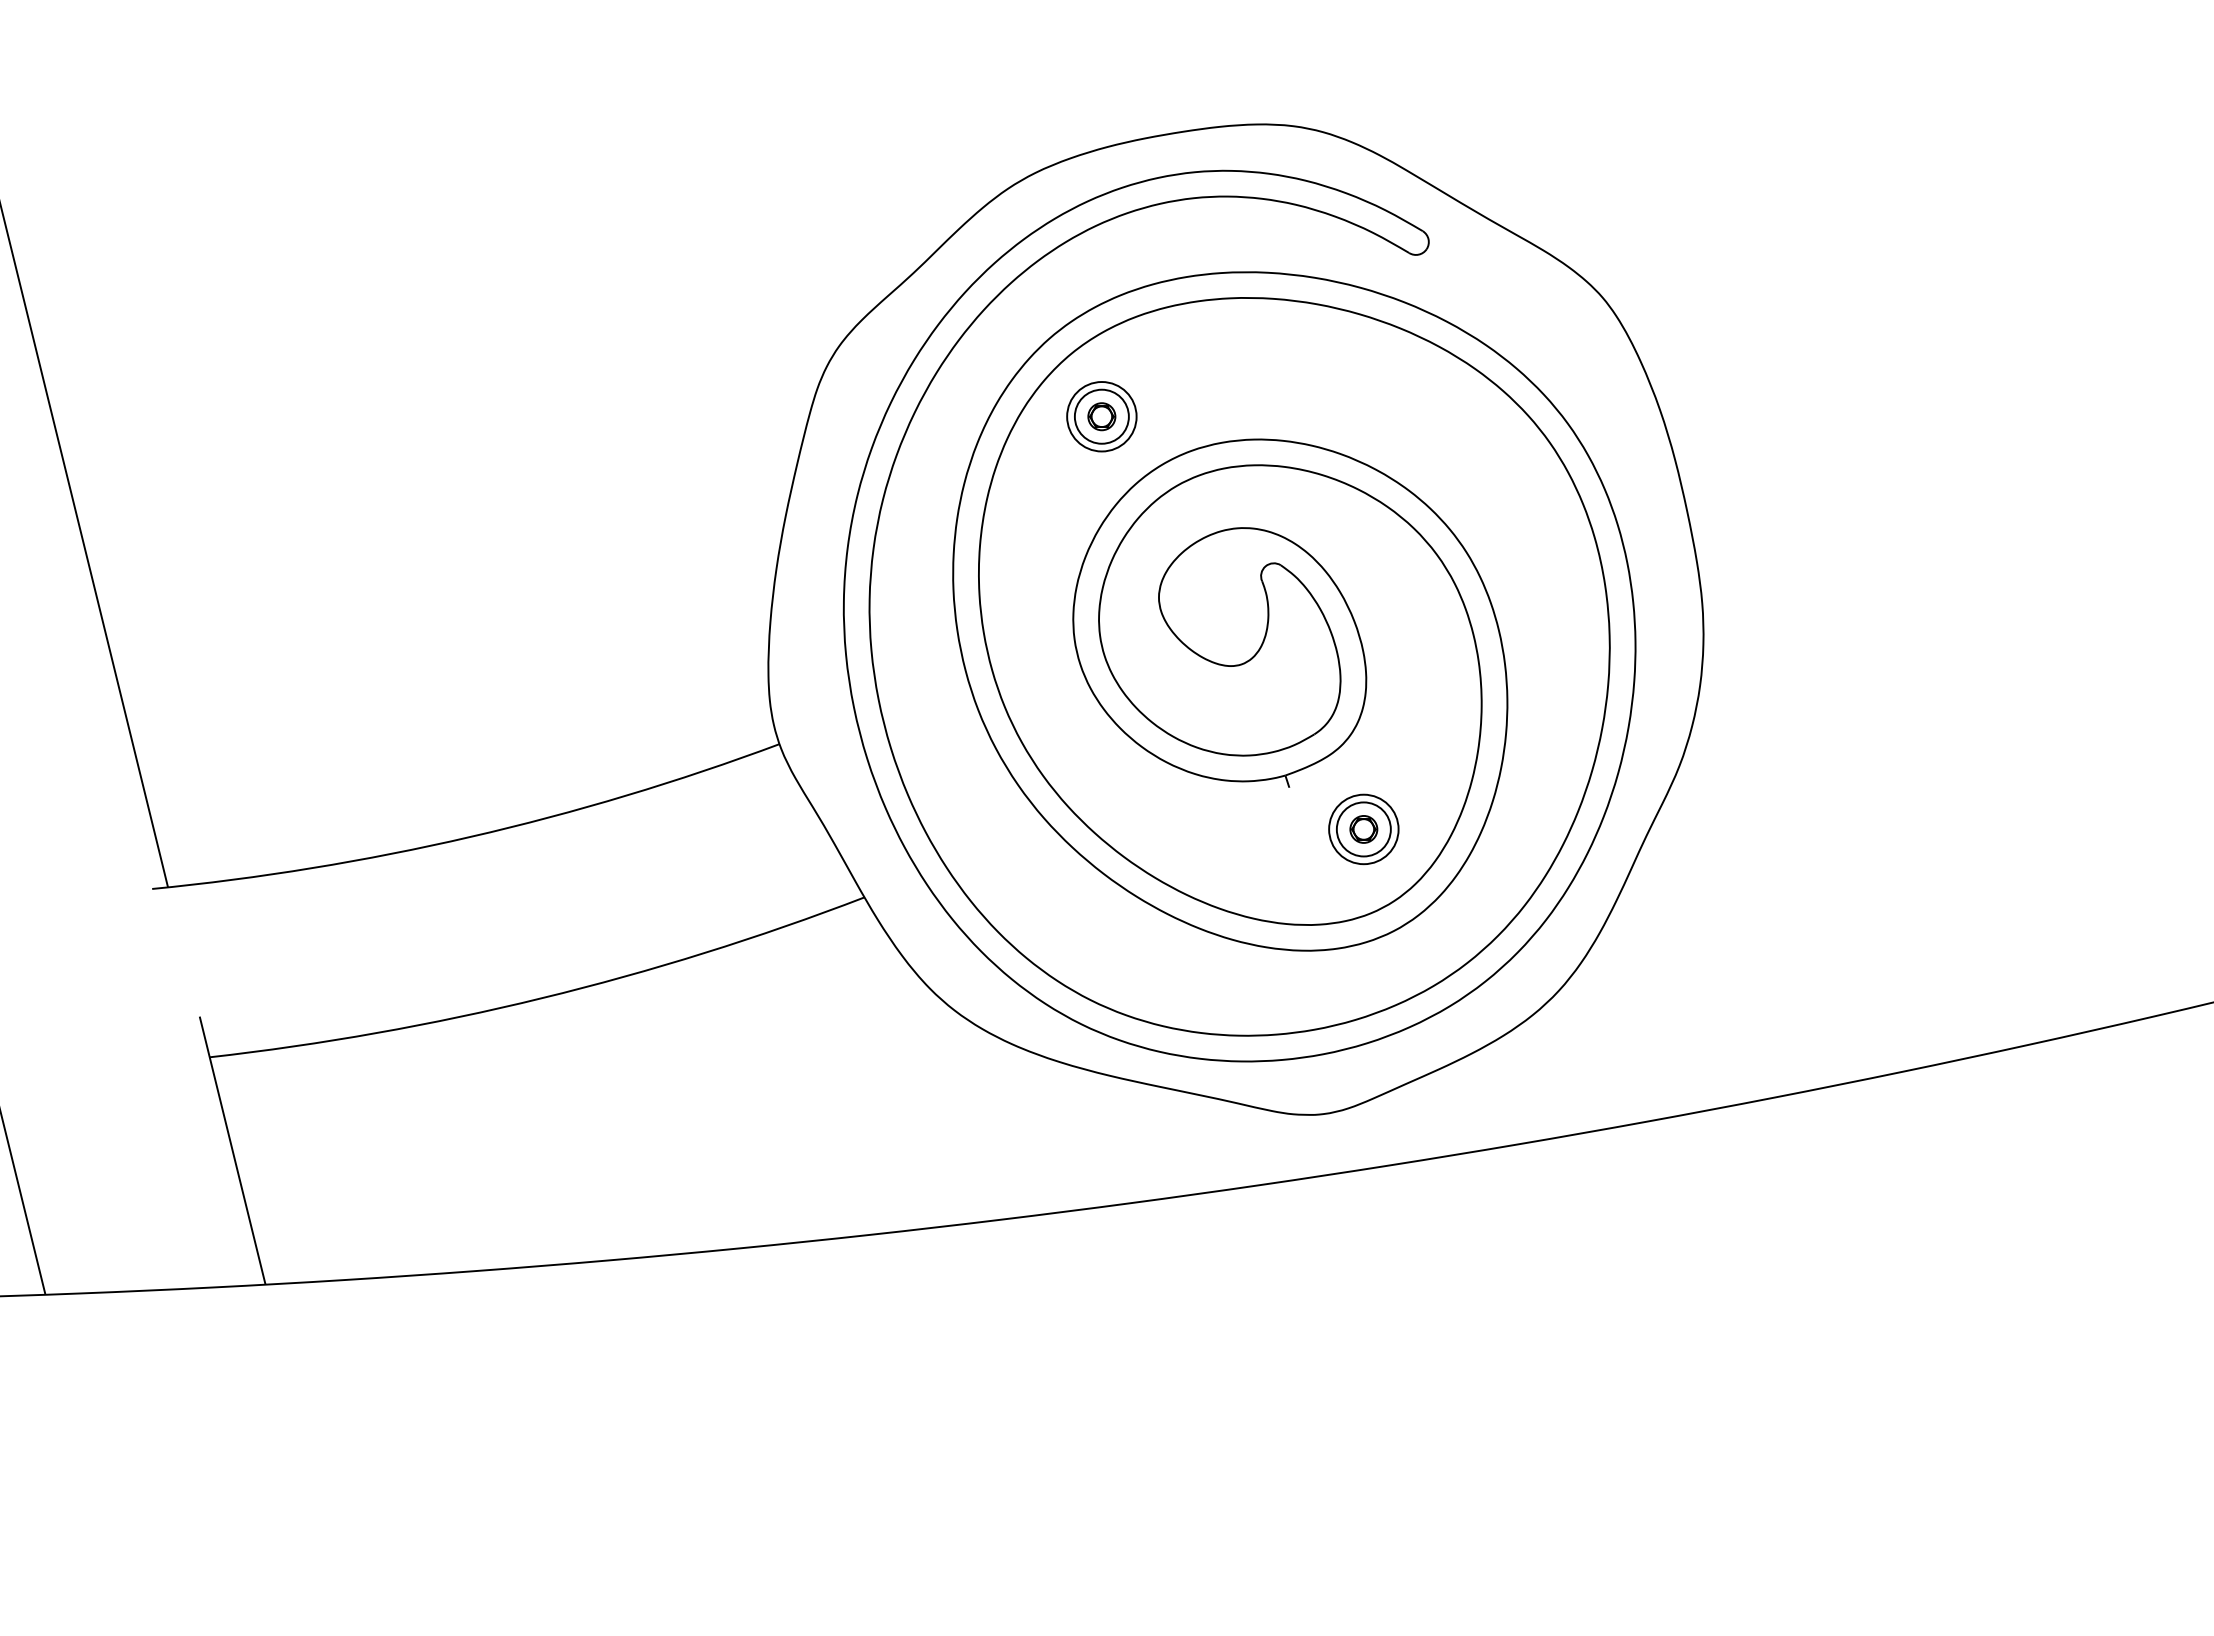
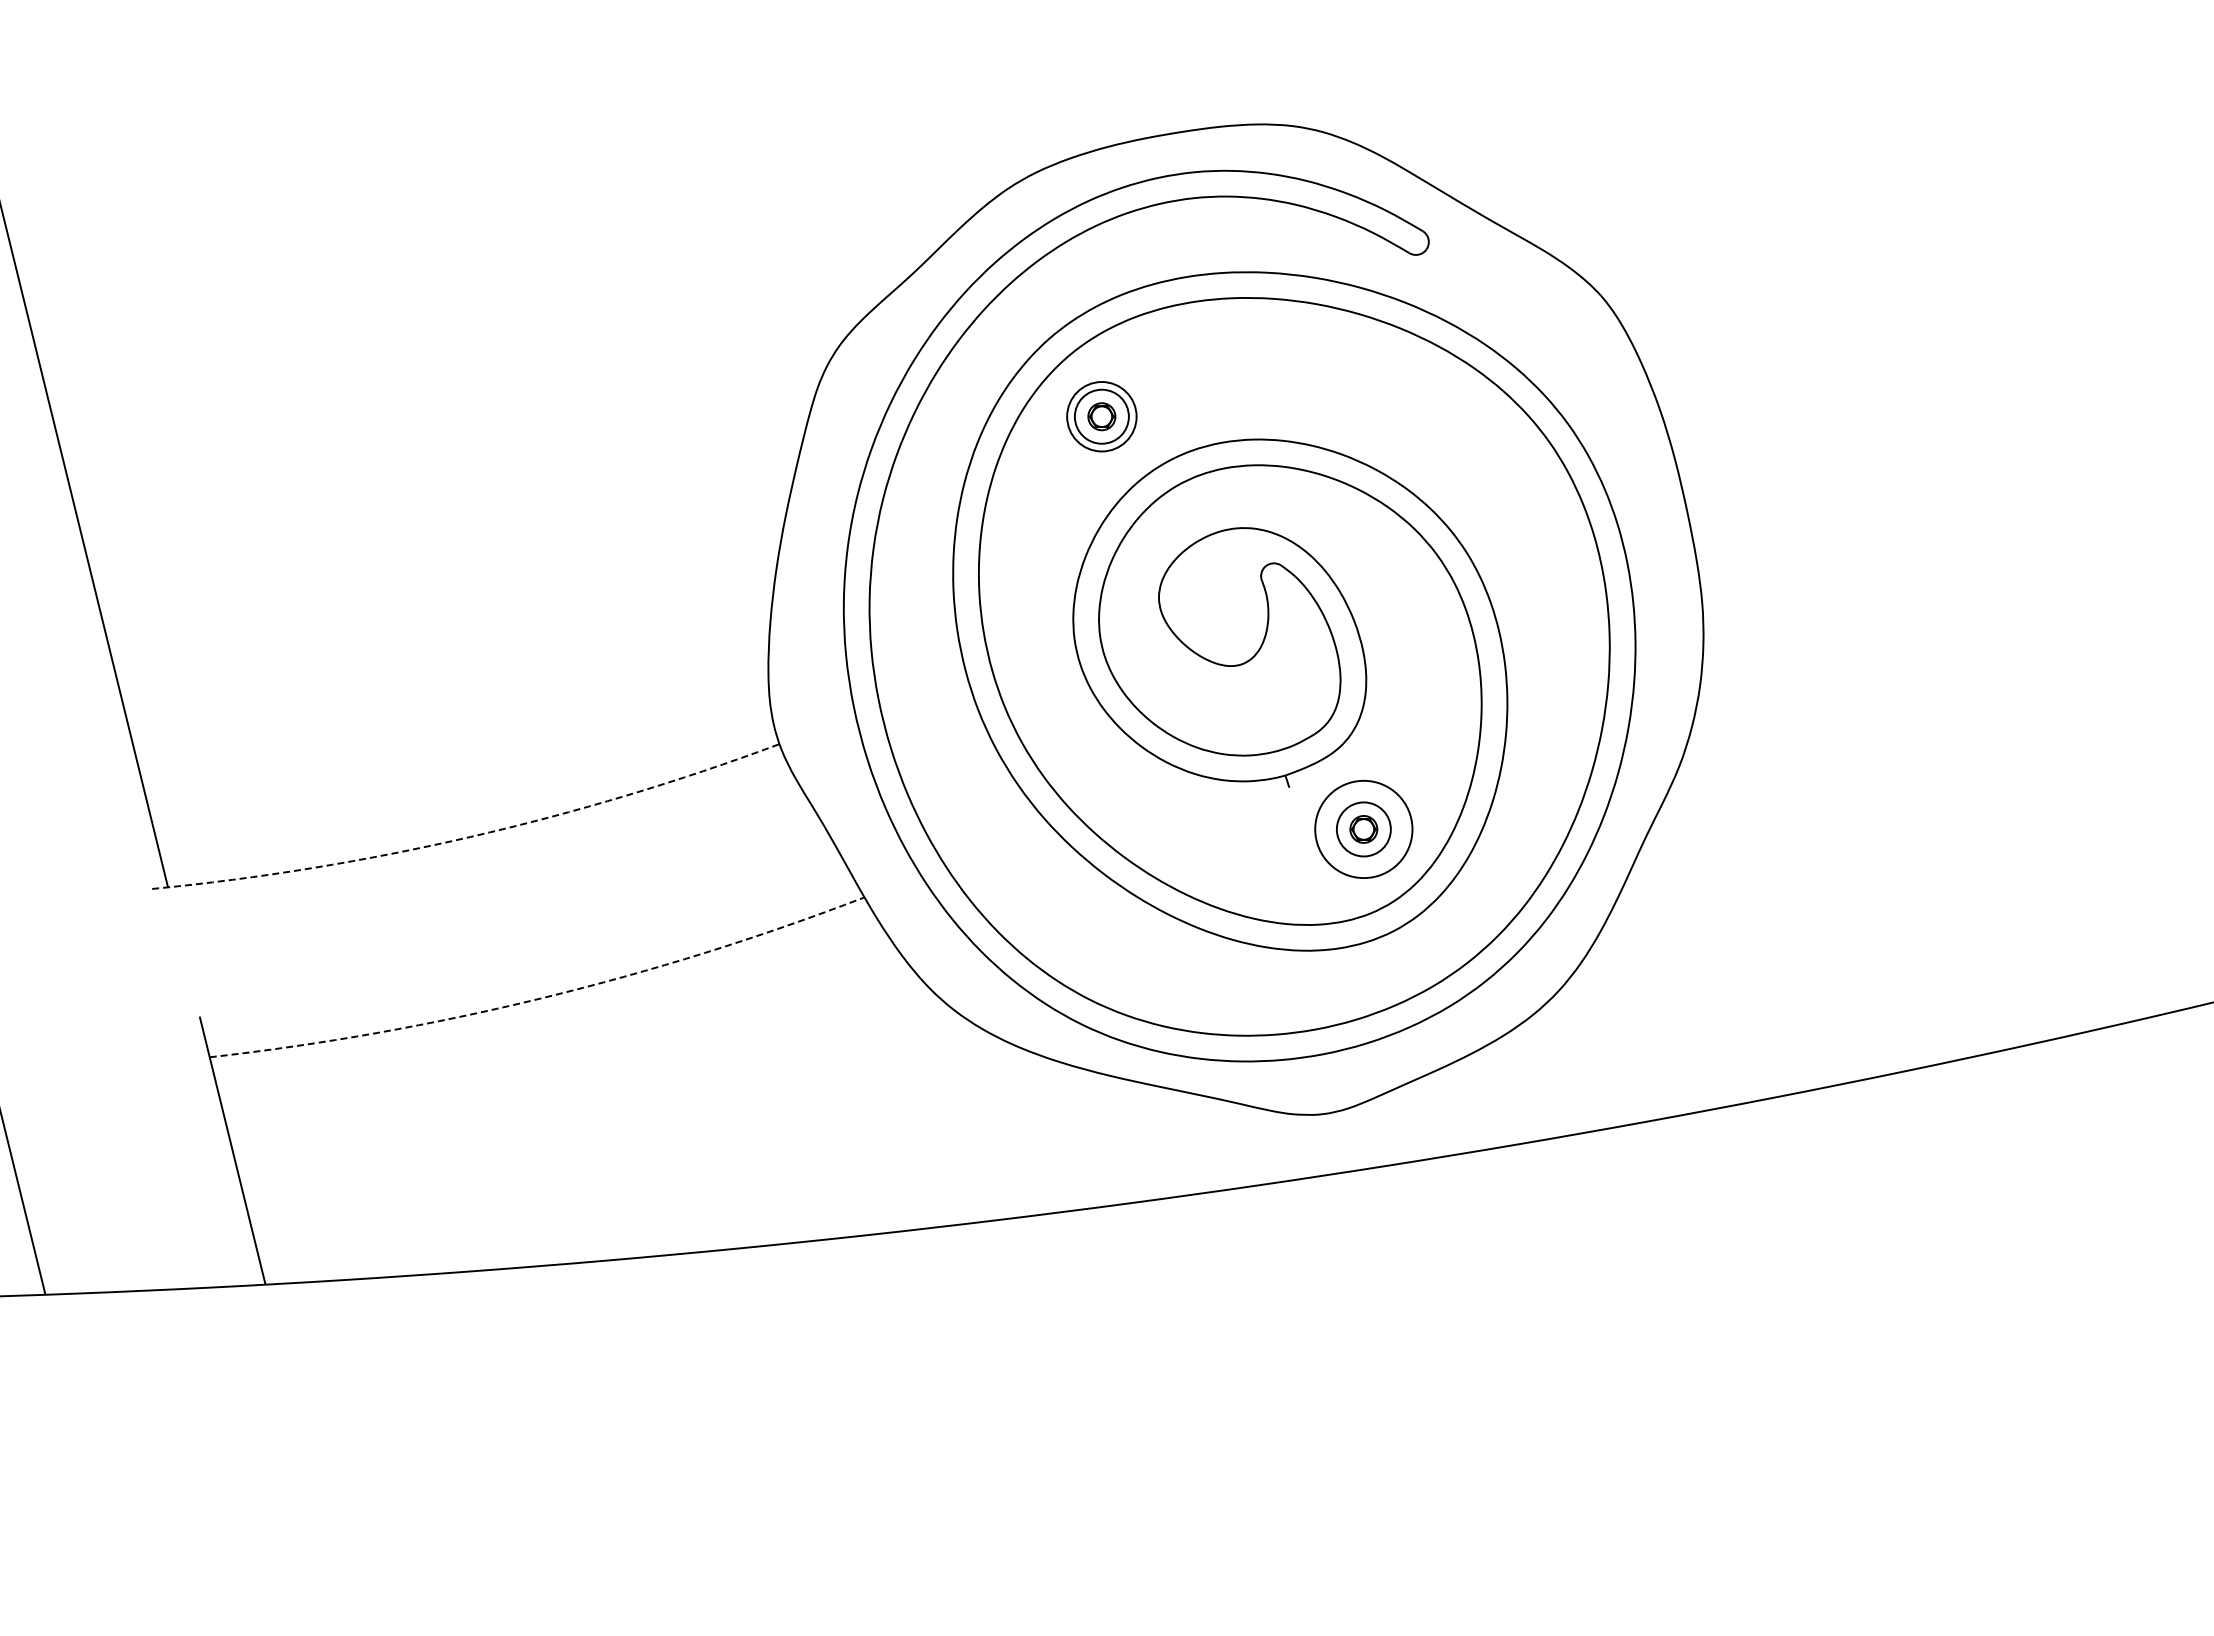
circle at (1363, 829) diameter: 69 px -> 97 px
arc at (470, 836): solid -> dashed
arc at (542, 998): solid -> dashed
